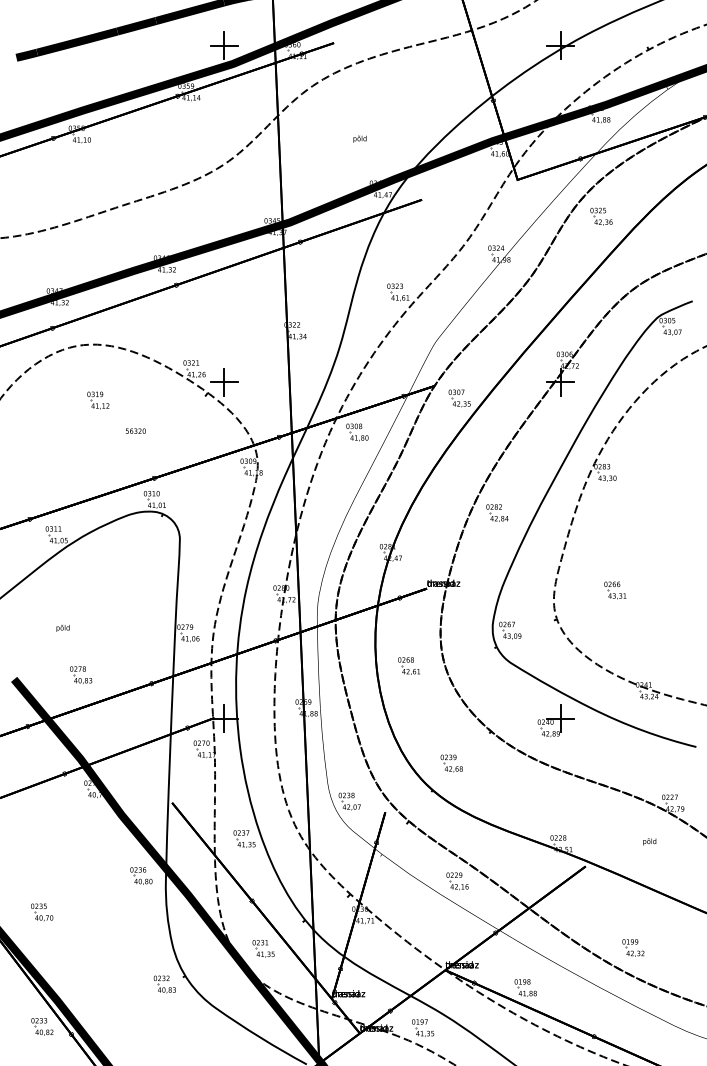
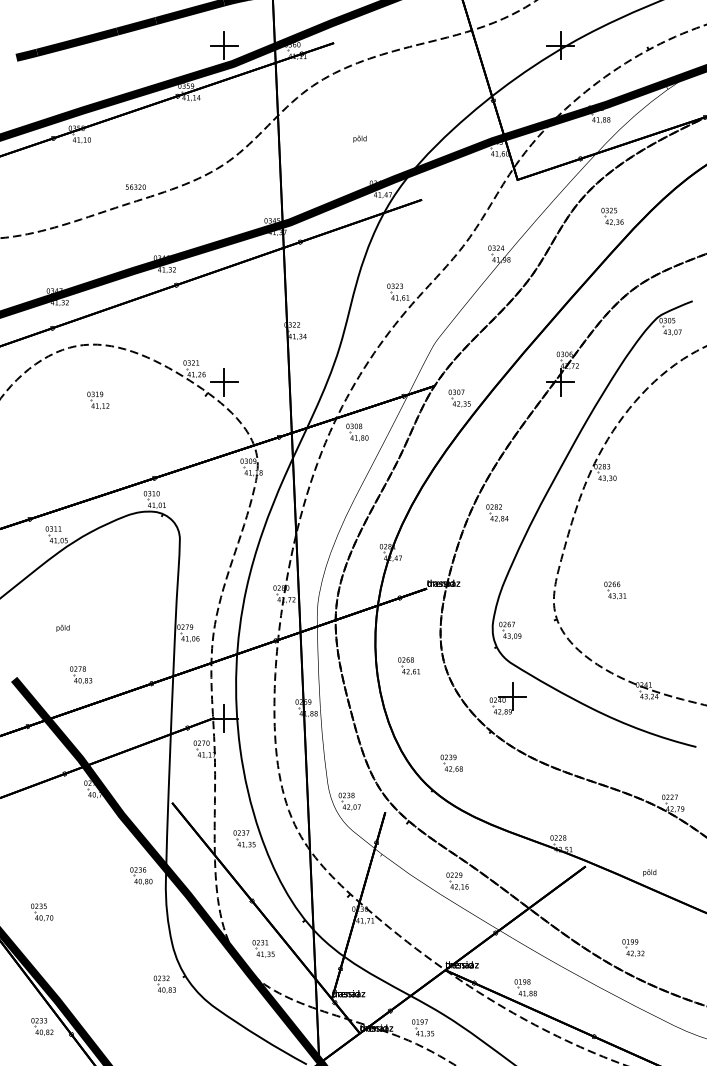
part at (601, 216) position: (601, 216) -> (612, 216)
text at (135, 430) position: (135, 430) -> (135, 186)
part at (555, 720) position: (555, 720) -> (507, 698)
text at (649, 841) position: (649, 841) -> (649, 872)
